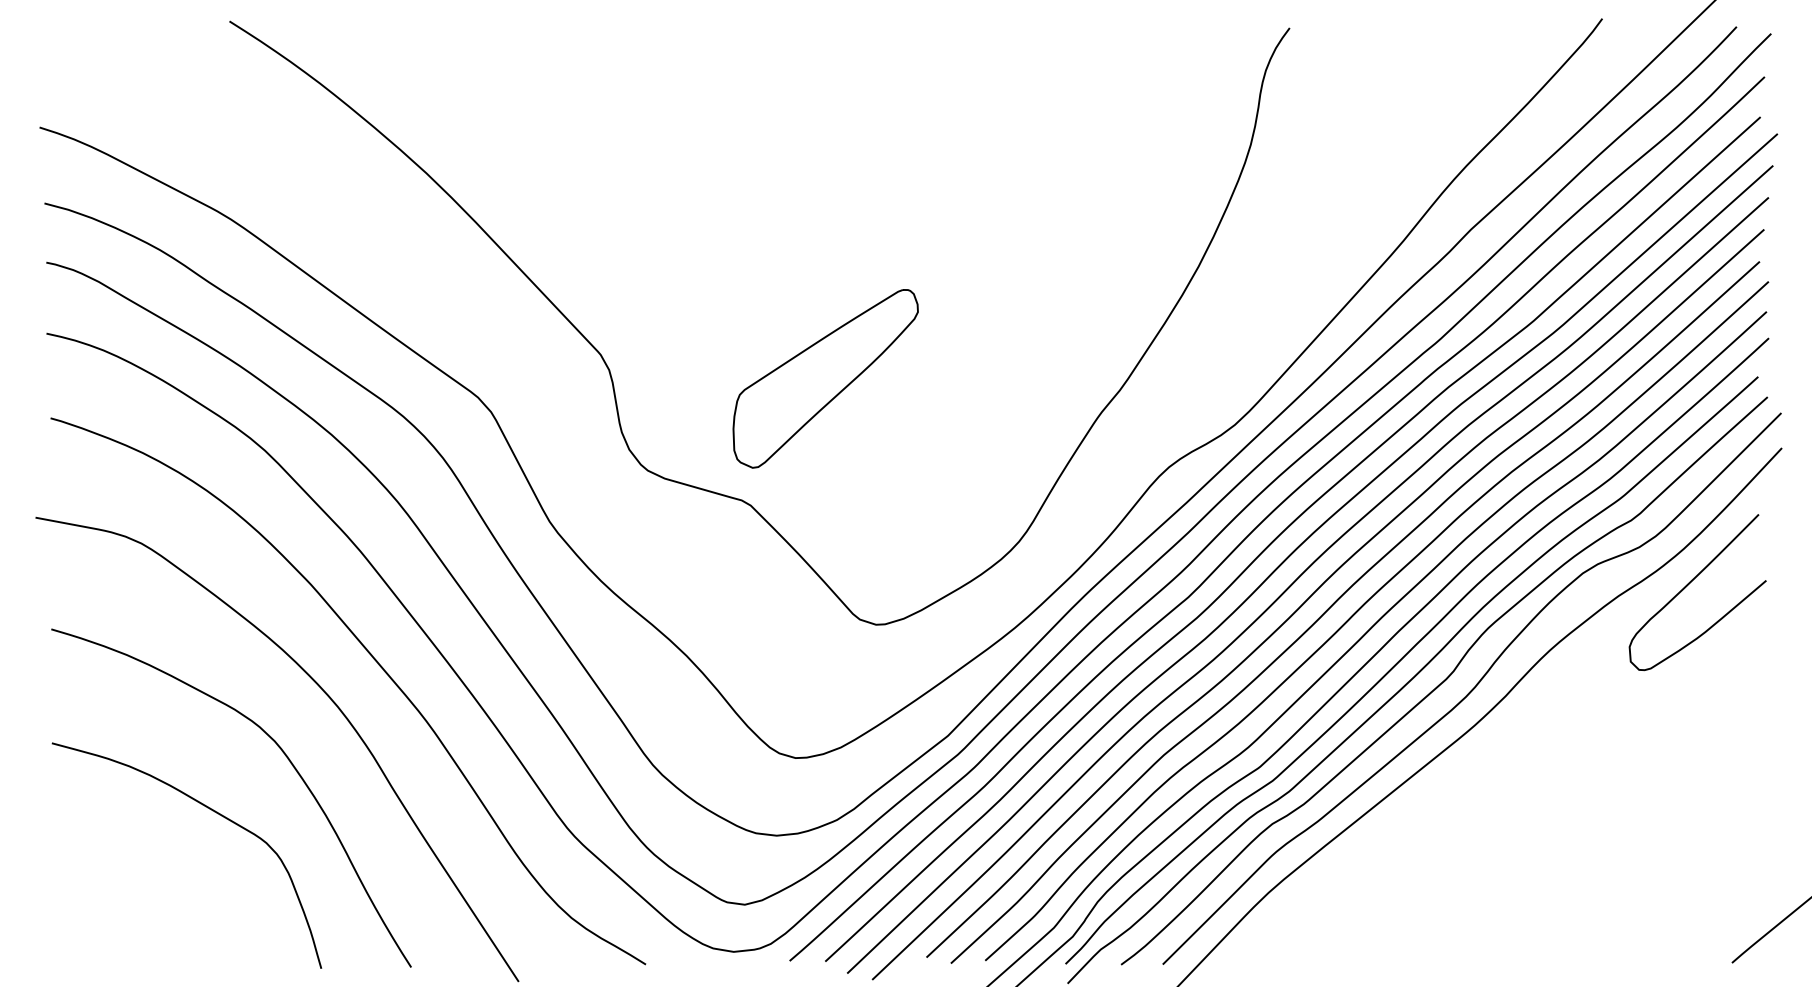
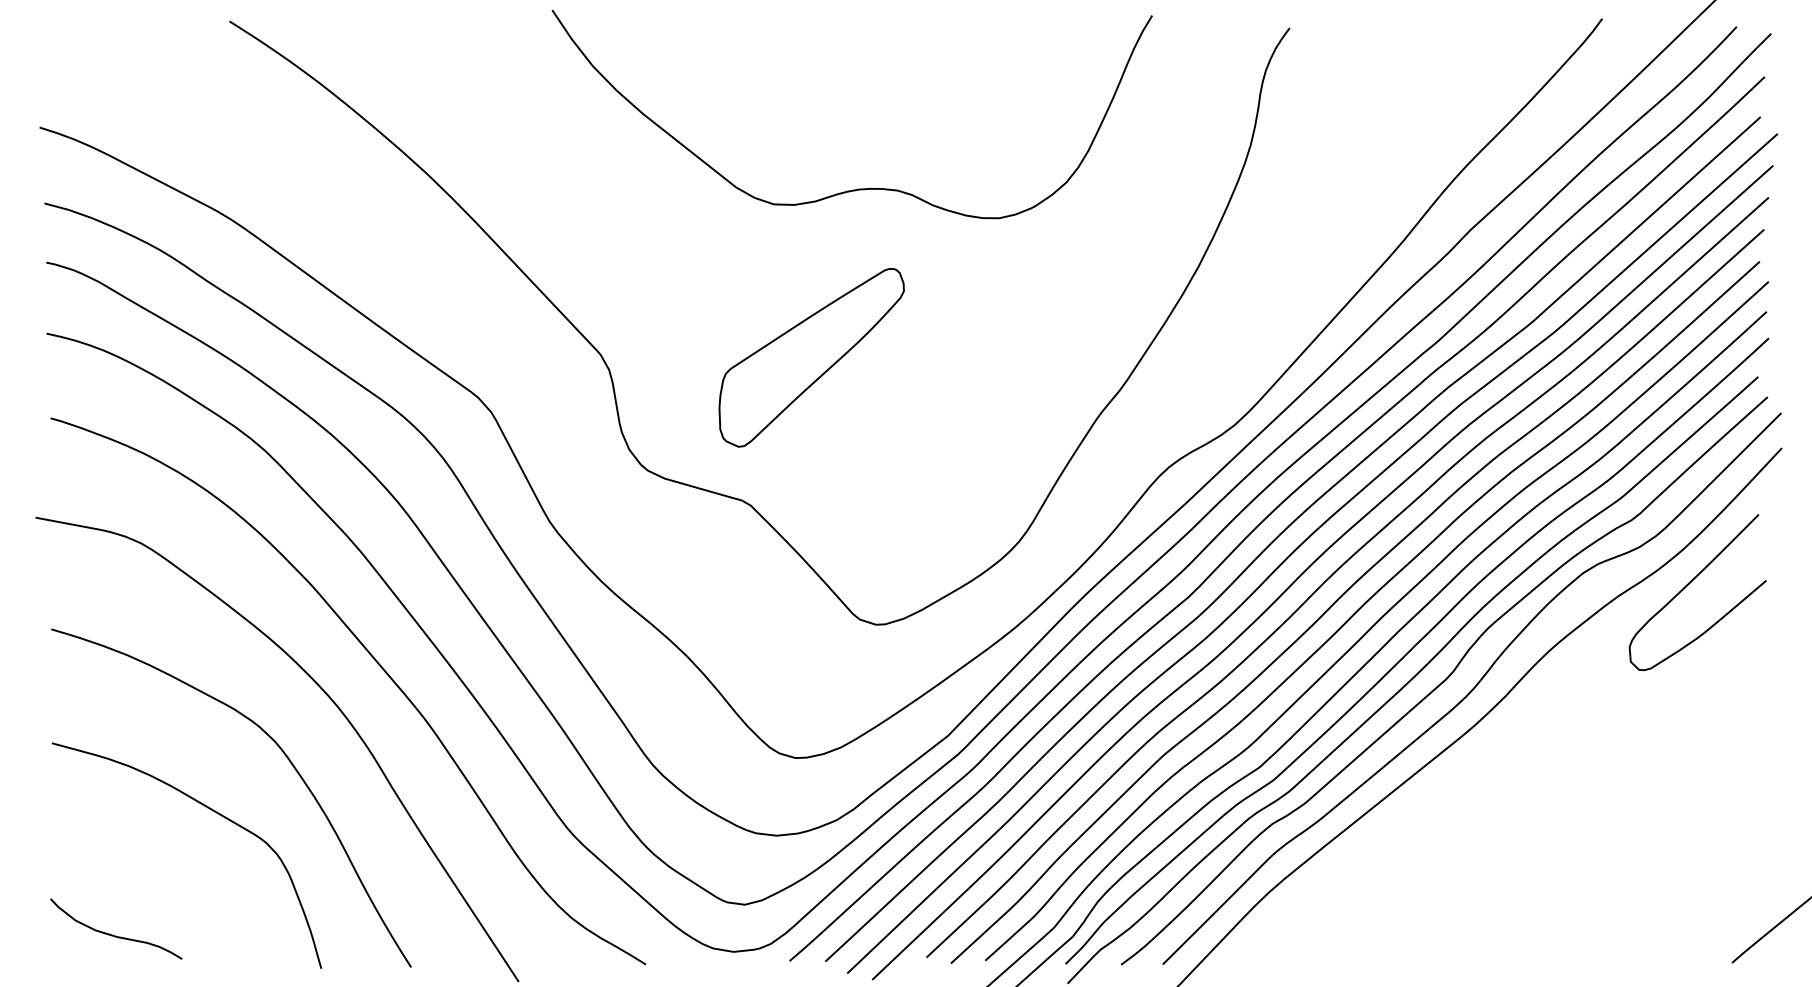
curve at (858, 188): none -> present
part at (825, 378) position: (825, 378) -> (811, 357)
curve at (116, 935): none -> present
